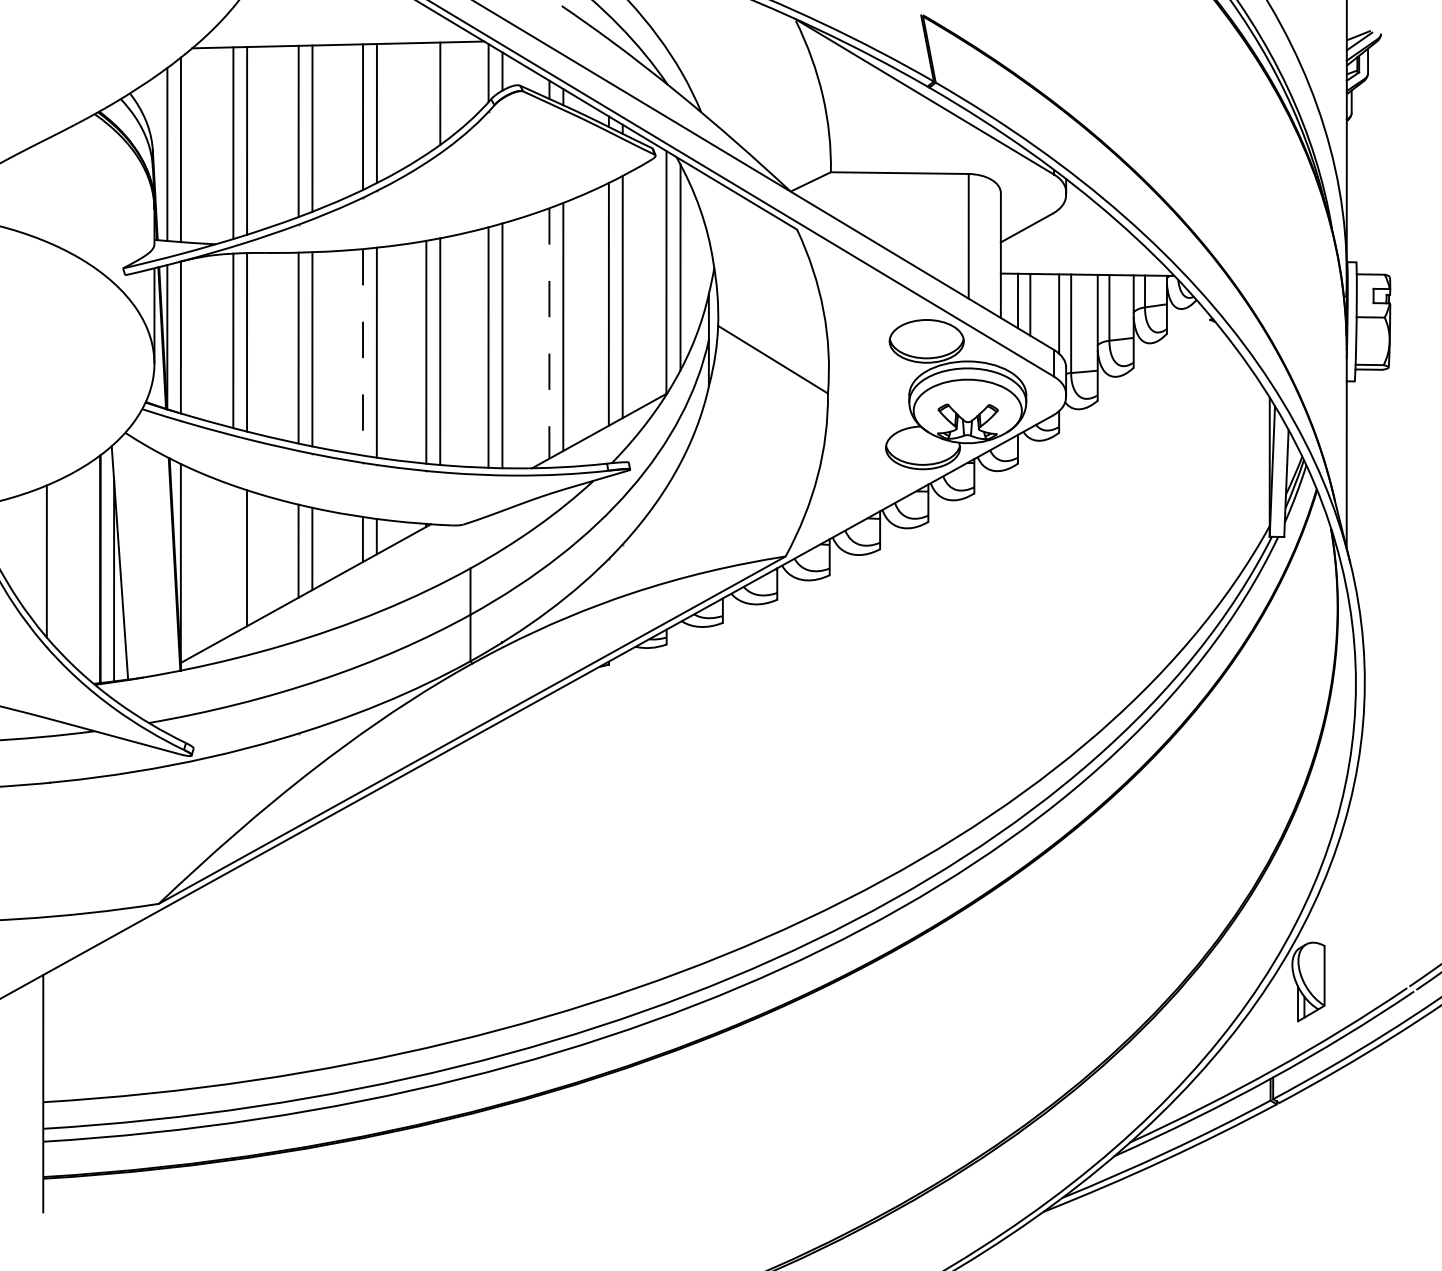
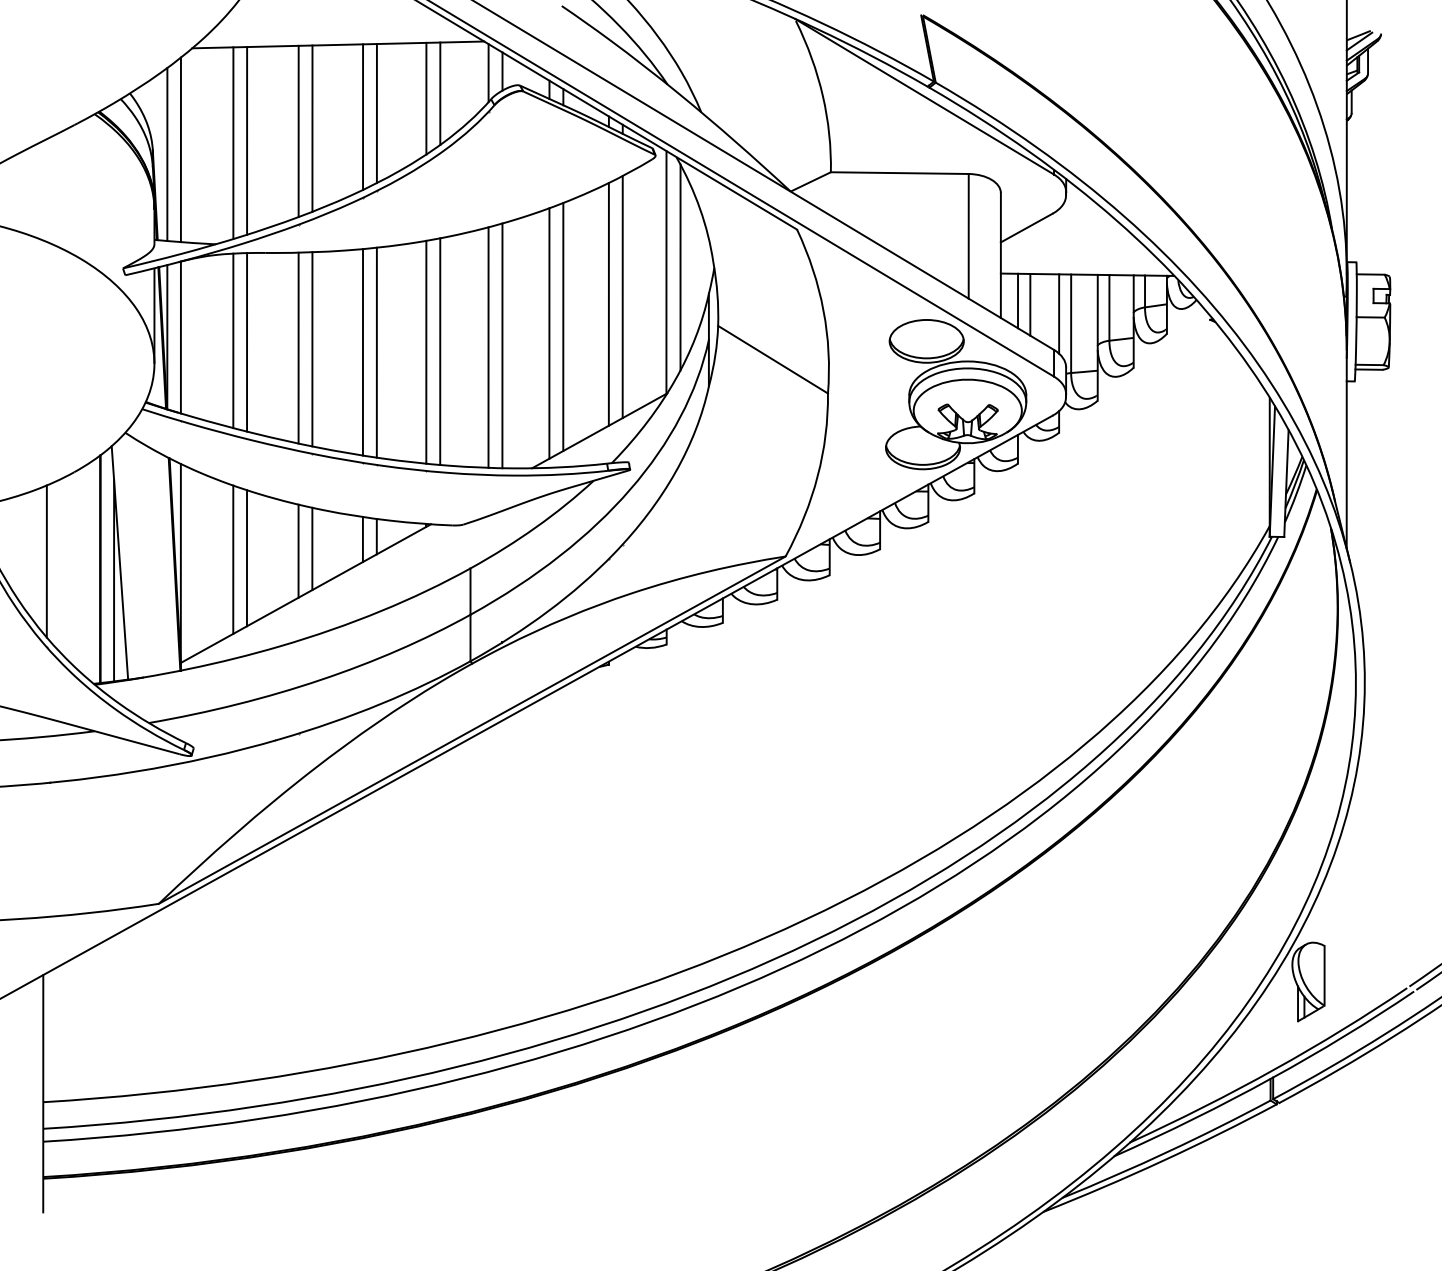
line at (426, 98): none -> present
line at (549, 333): dashed -> solid
line at (362, 352): dashed -> solid
line at (233, 559): none -> present
